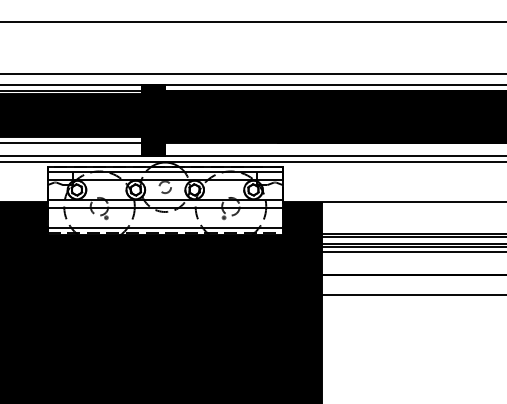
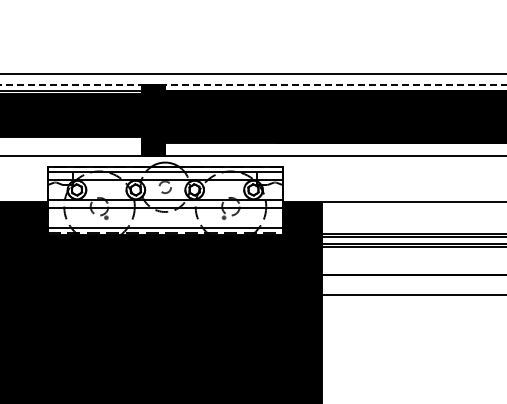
line at (252, 21): present -> none
line at (253, 85): solid -> dashed
line at (71, 143): present -> none
line at (252, 162): present -> none
line at (412, 251): present -> none
